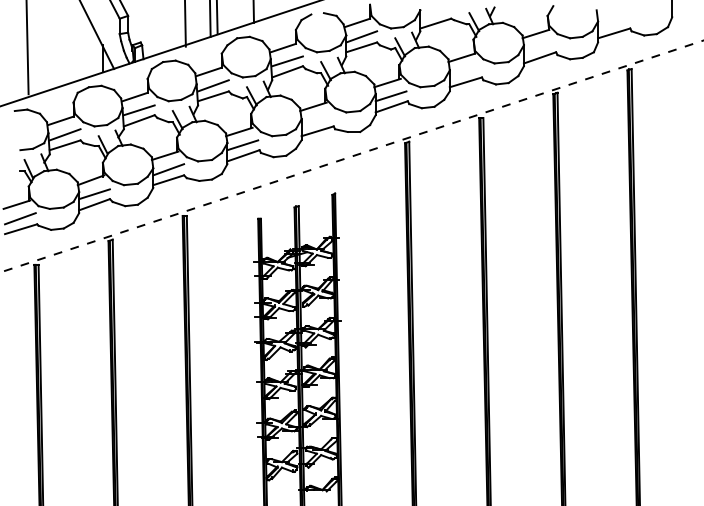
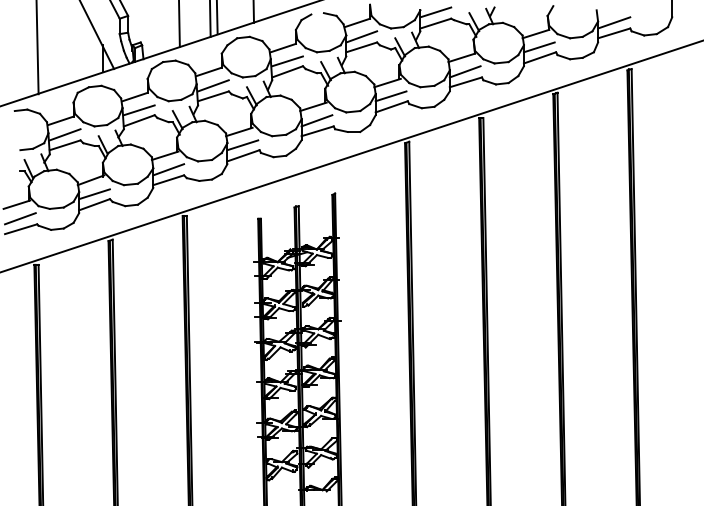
line at (435, 12): none -> present
line at (614, 22): none -> present
line at (185, 24) position: (185, 24) -> (179, 24)
line at (538, 47): none -> present
line at (27, 48) position: (27, 48) -> (37, 48)
line at (464, 71): none -> present
line at (316, 120): none -> present
line at (351, 156): dashed -> solid
